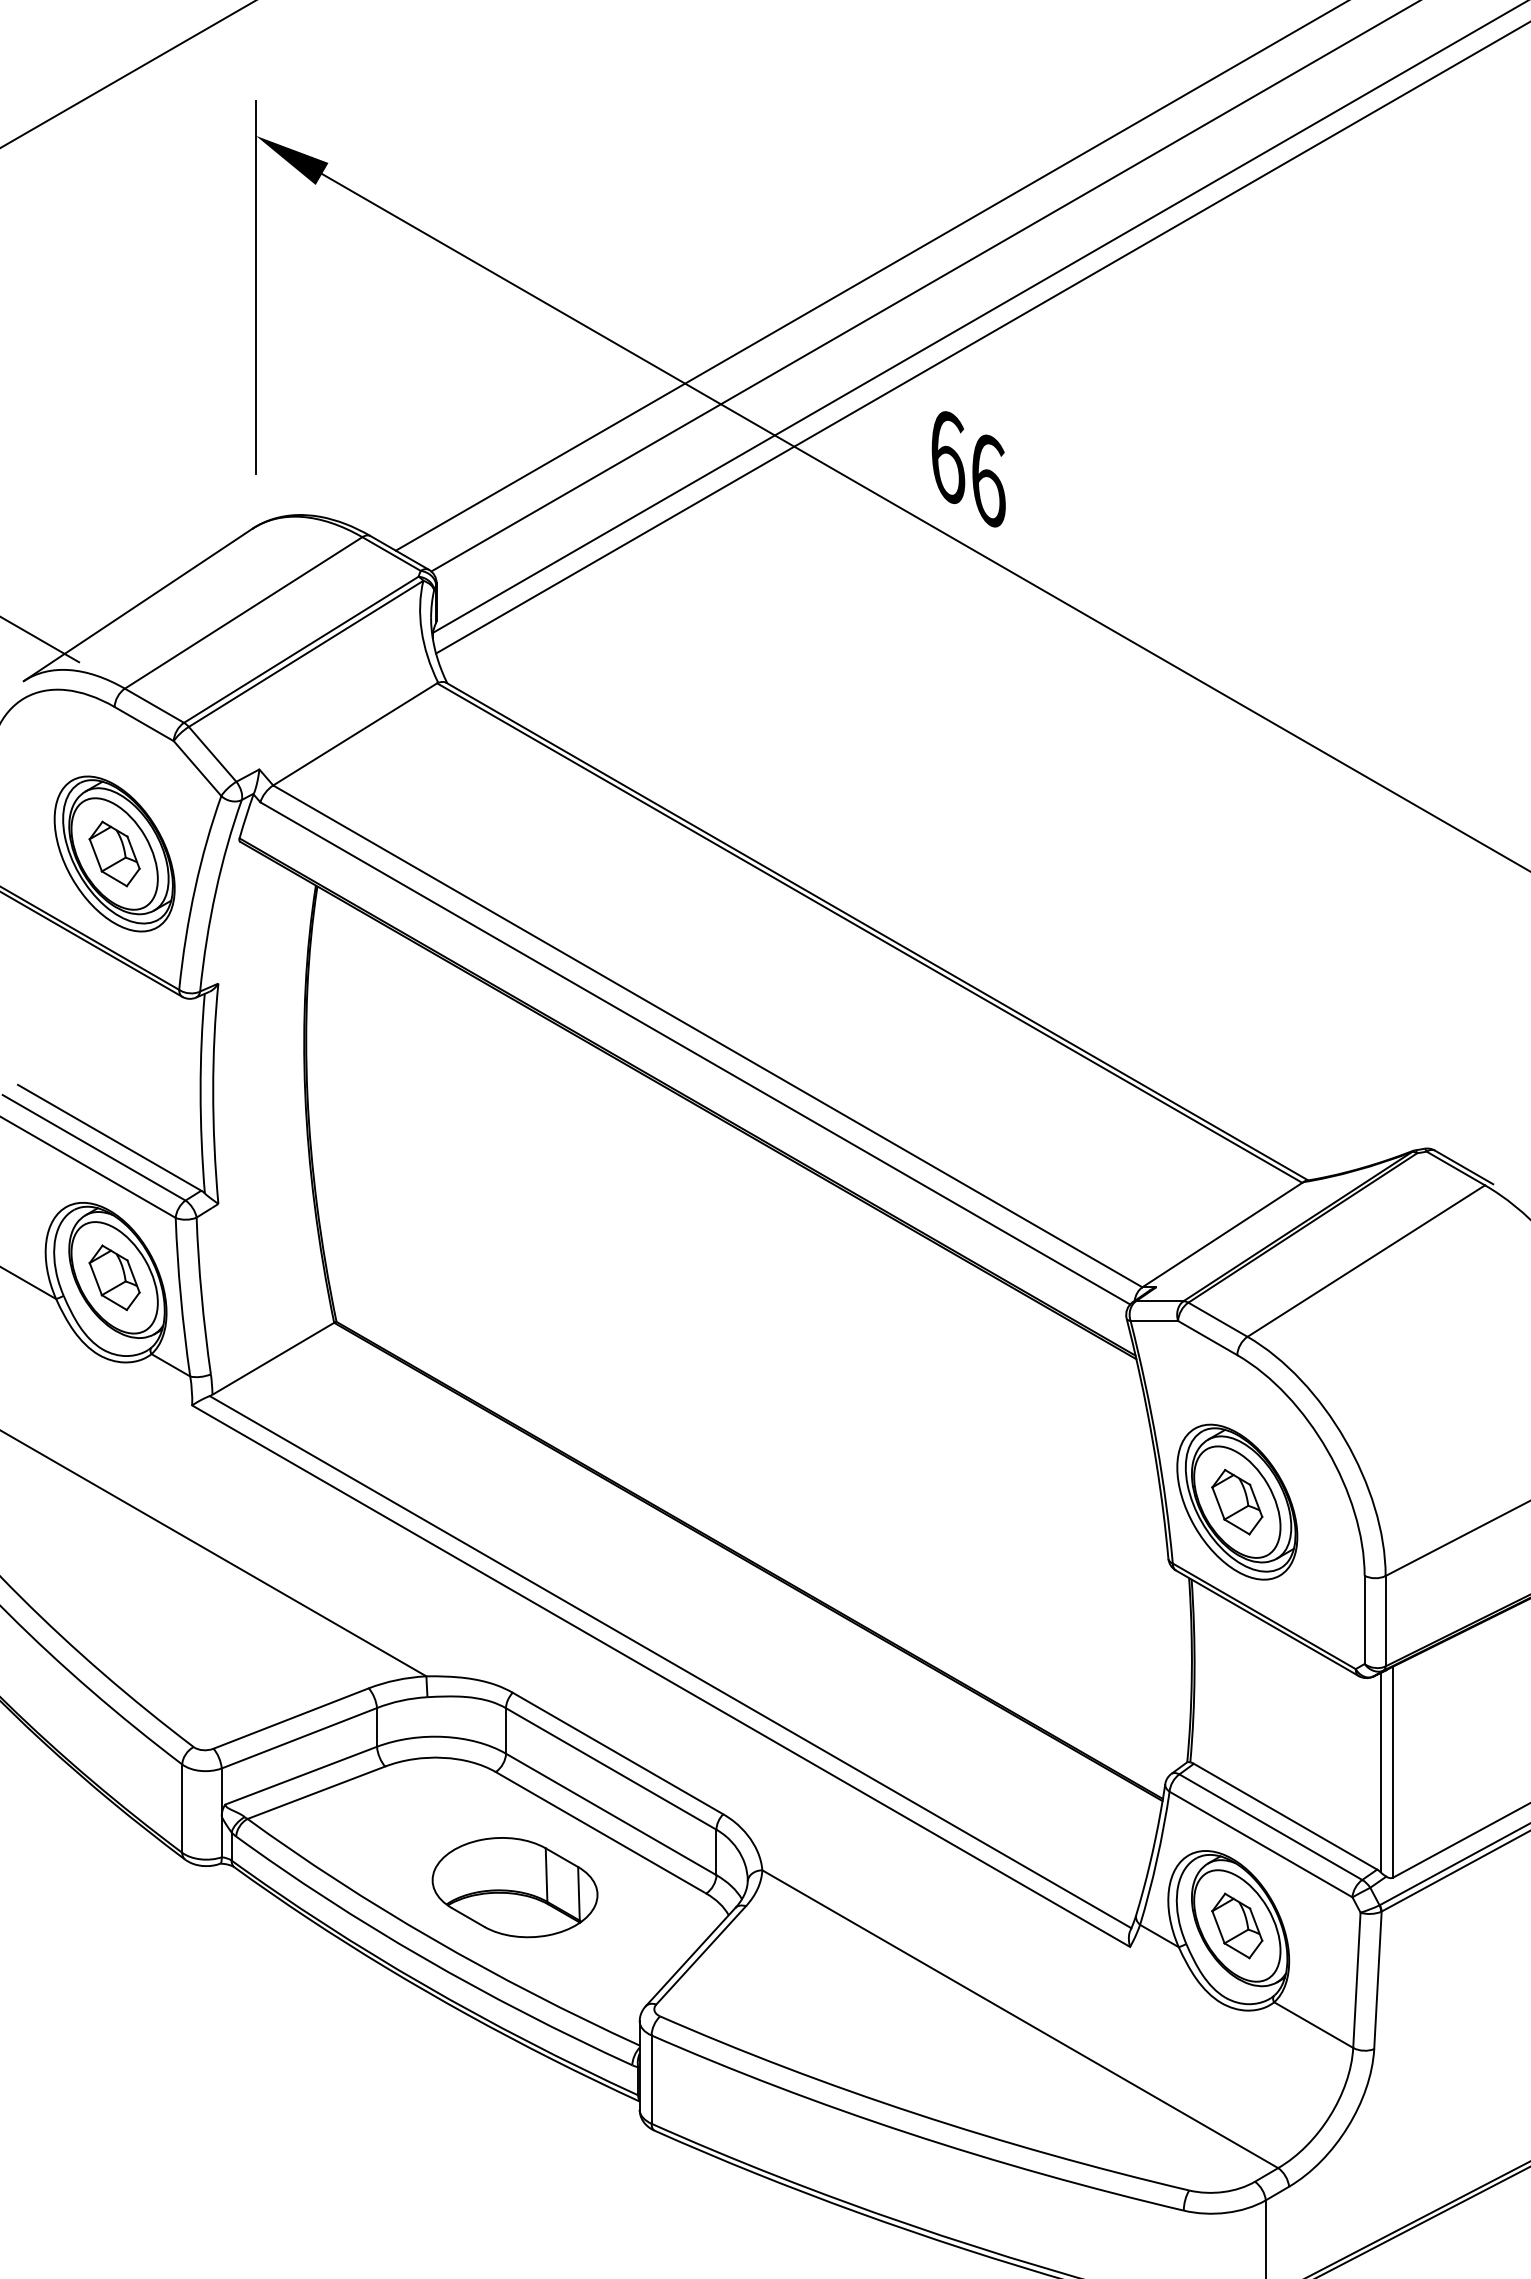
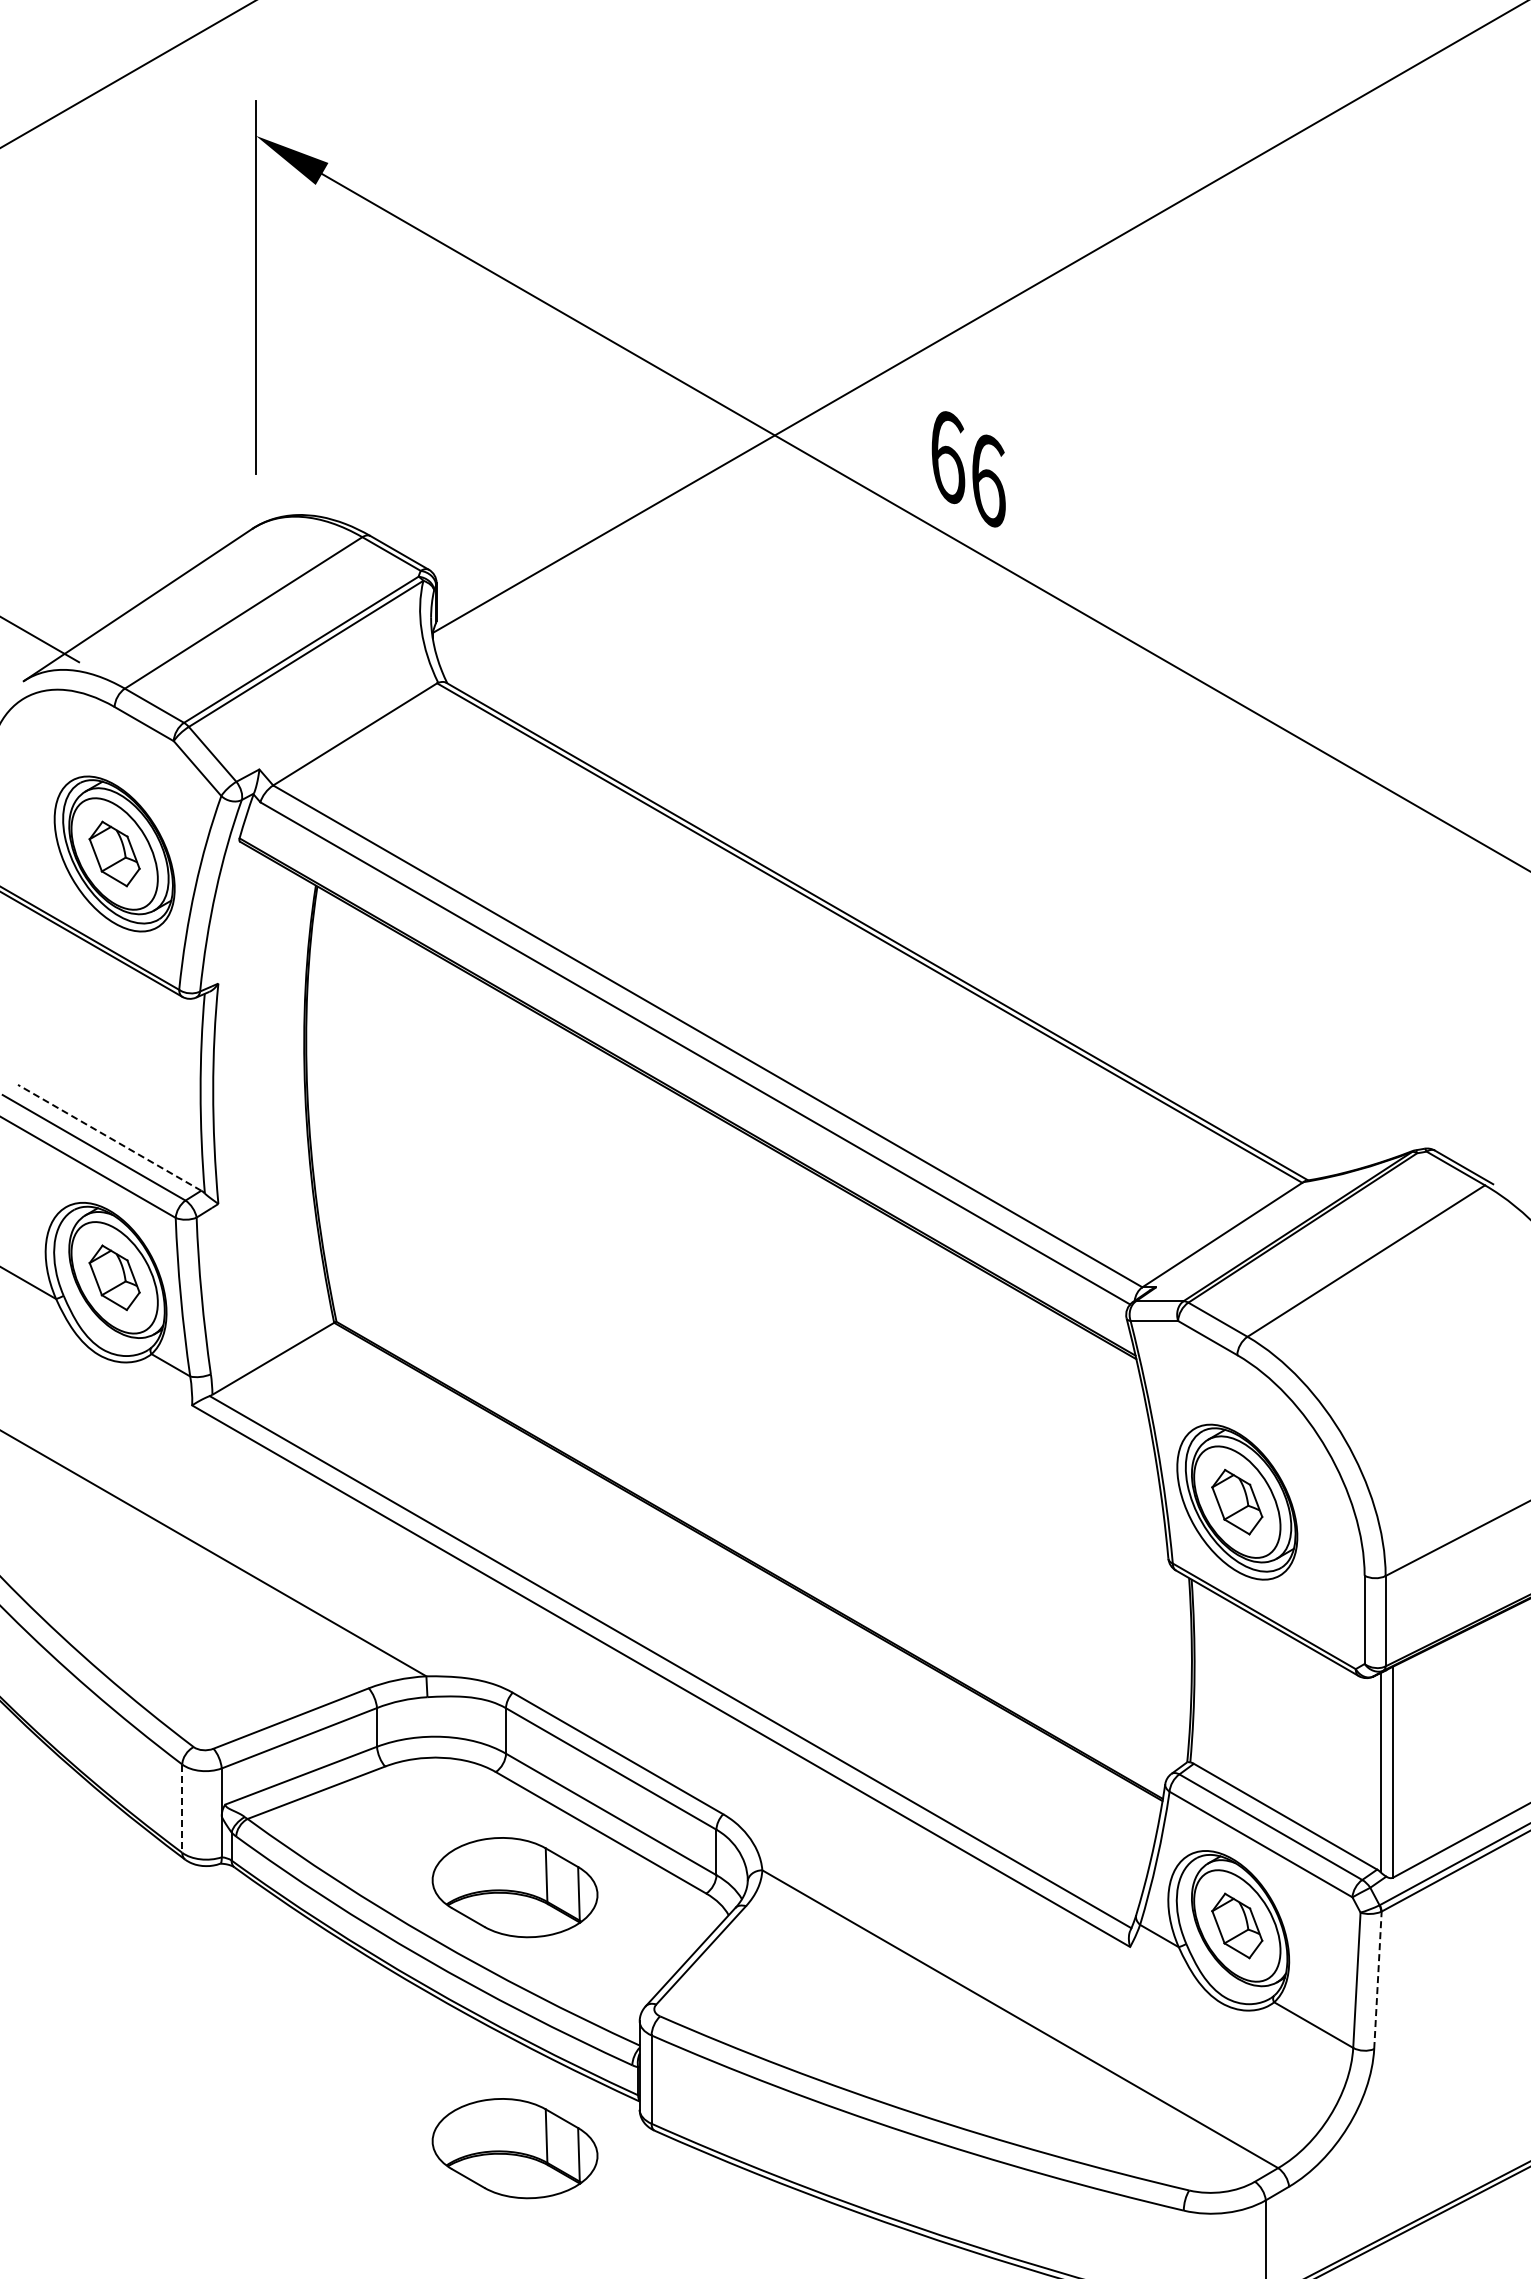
line at (870, 276): present -> none
line at (924, 286): present -> none
line at (981, 338): present -> none
line at (109, 1137): solid -> dashed
line at (182, 1809): solid -> dashed
line at (1377, 1980): solid -> dashed
part at (514, 2148): none -> present
